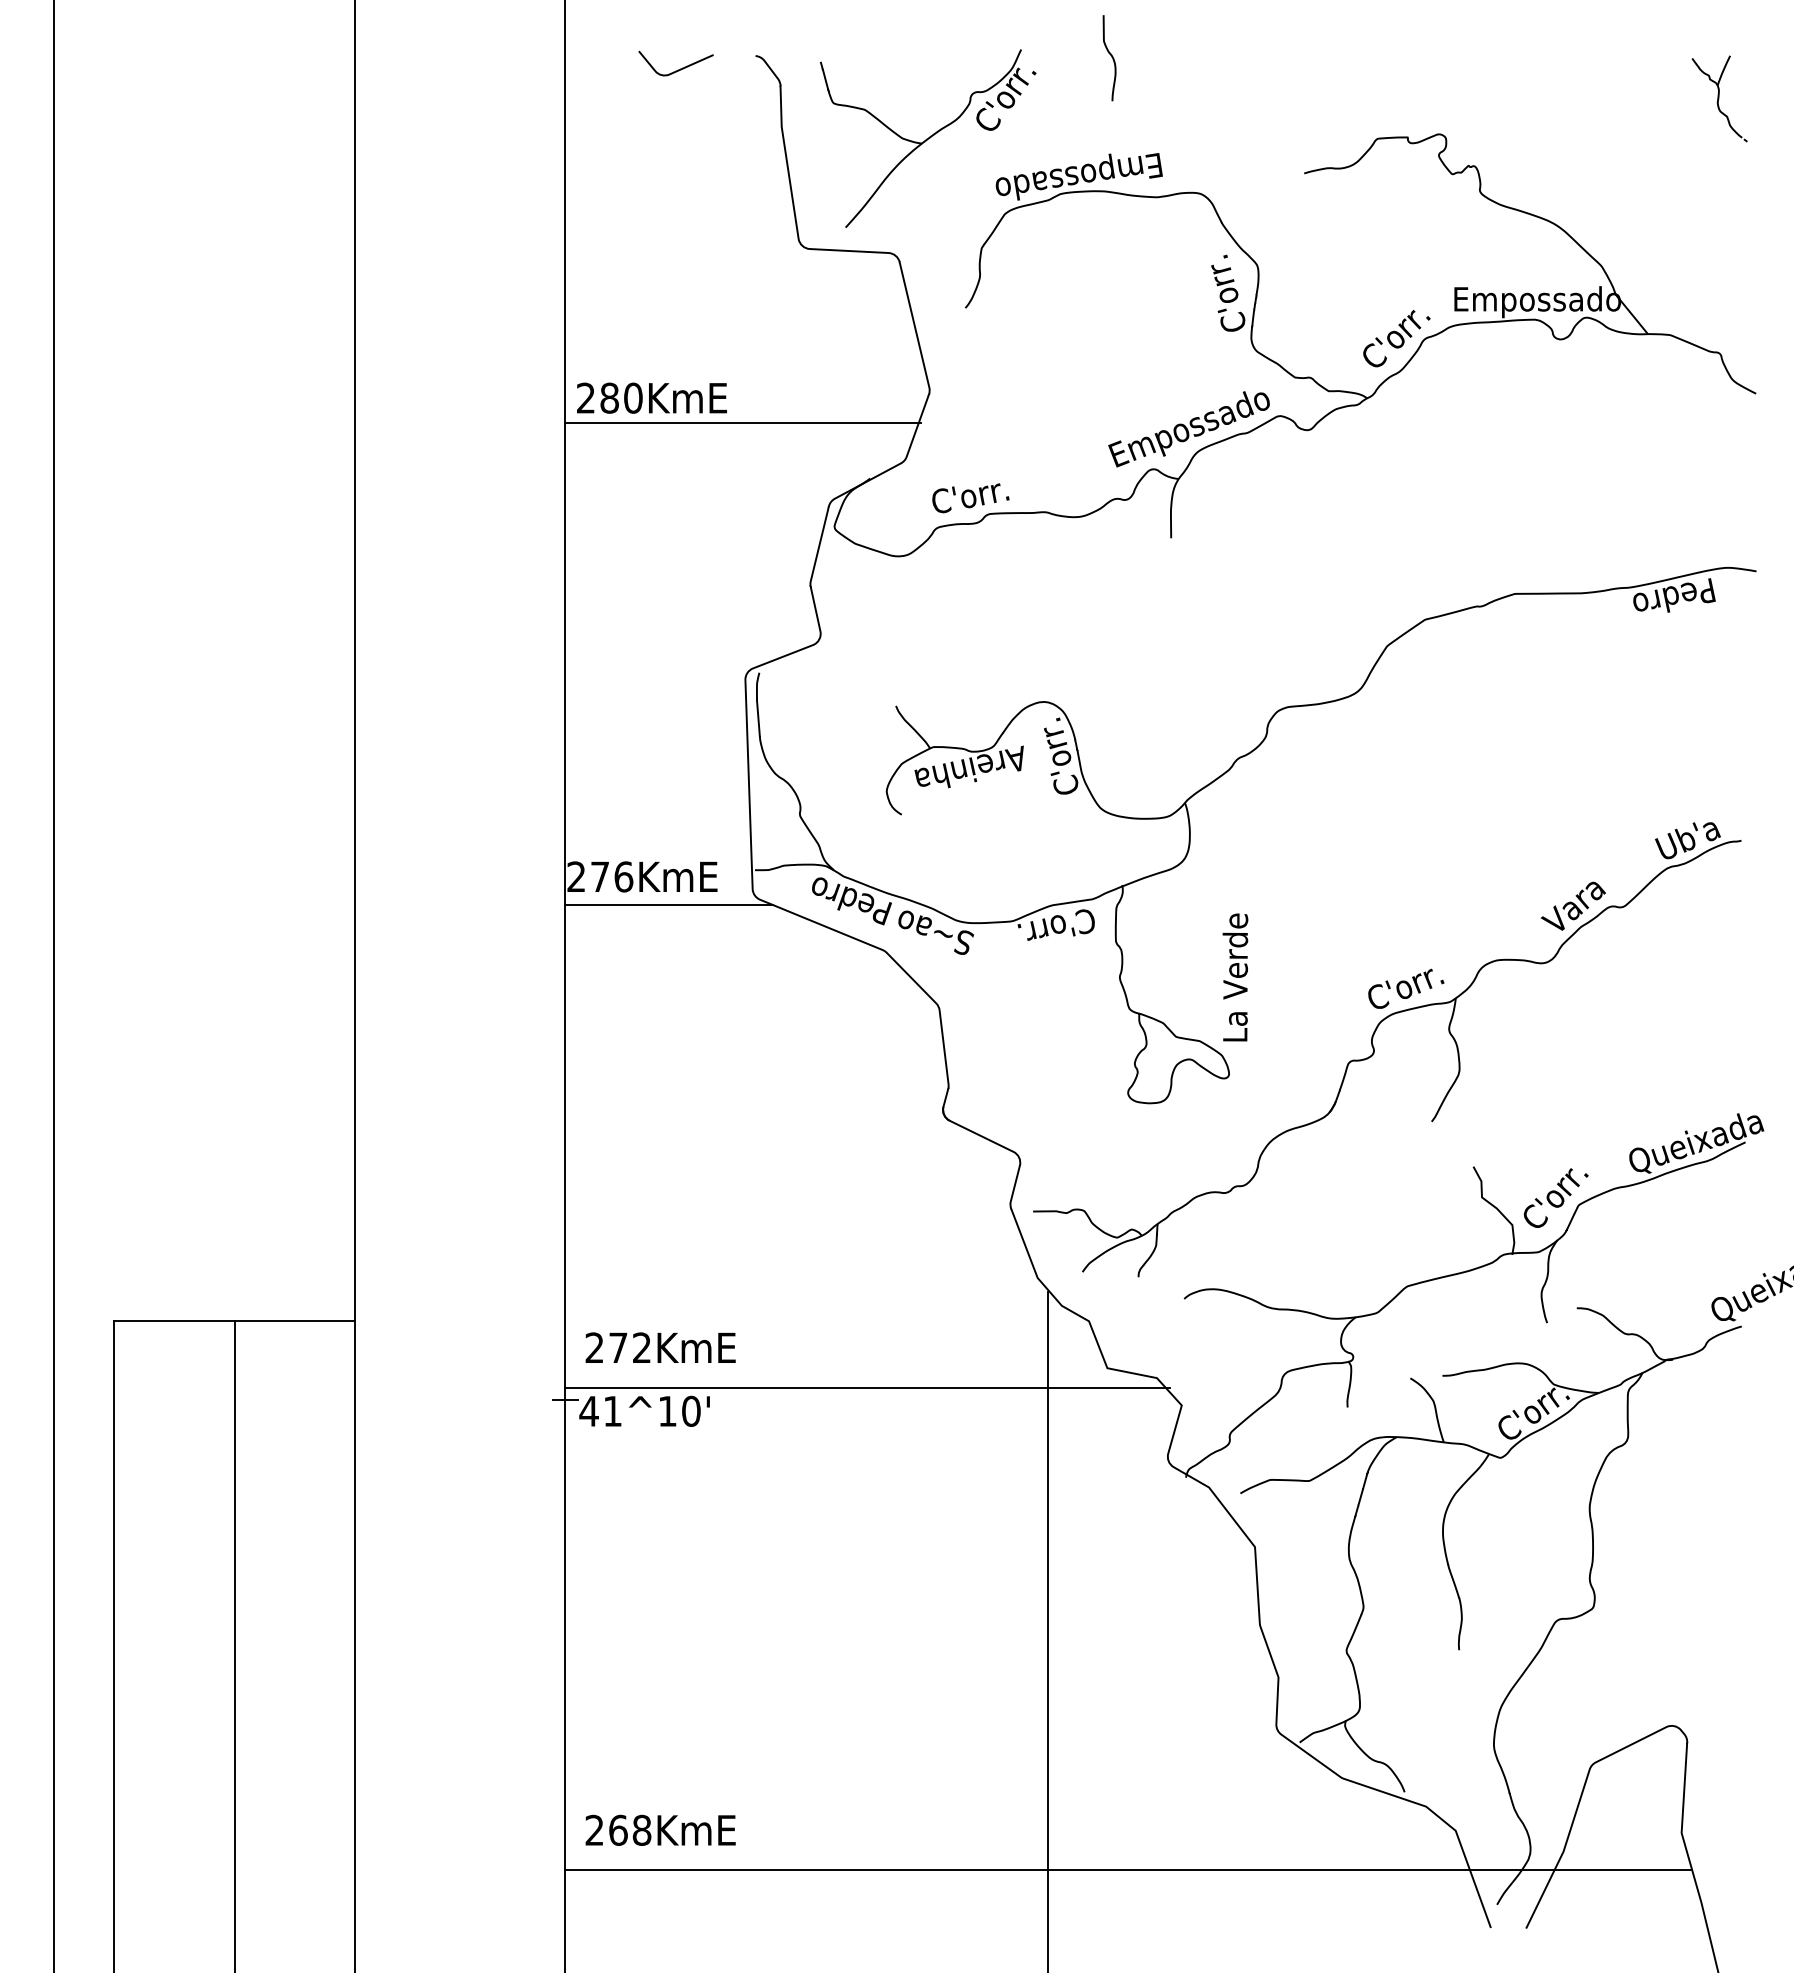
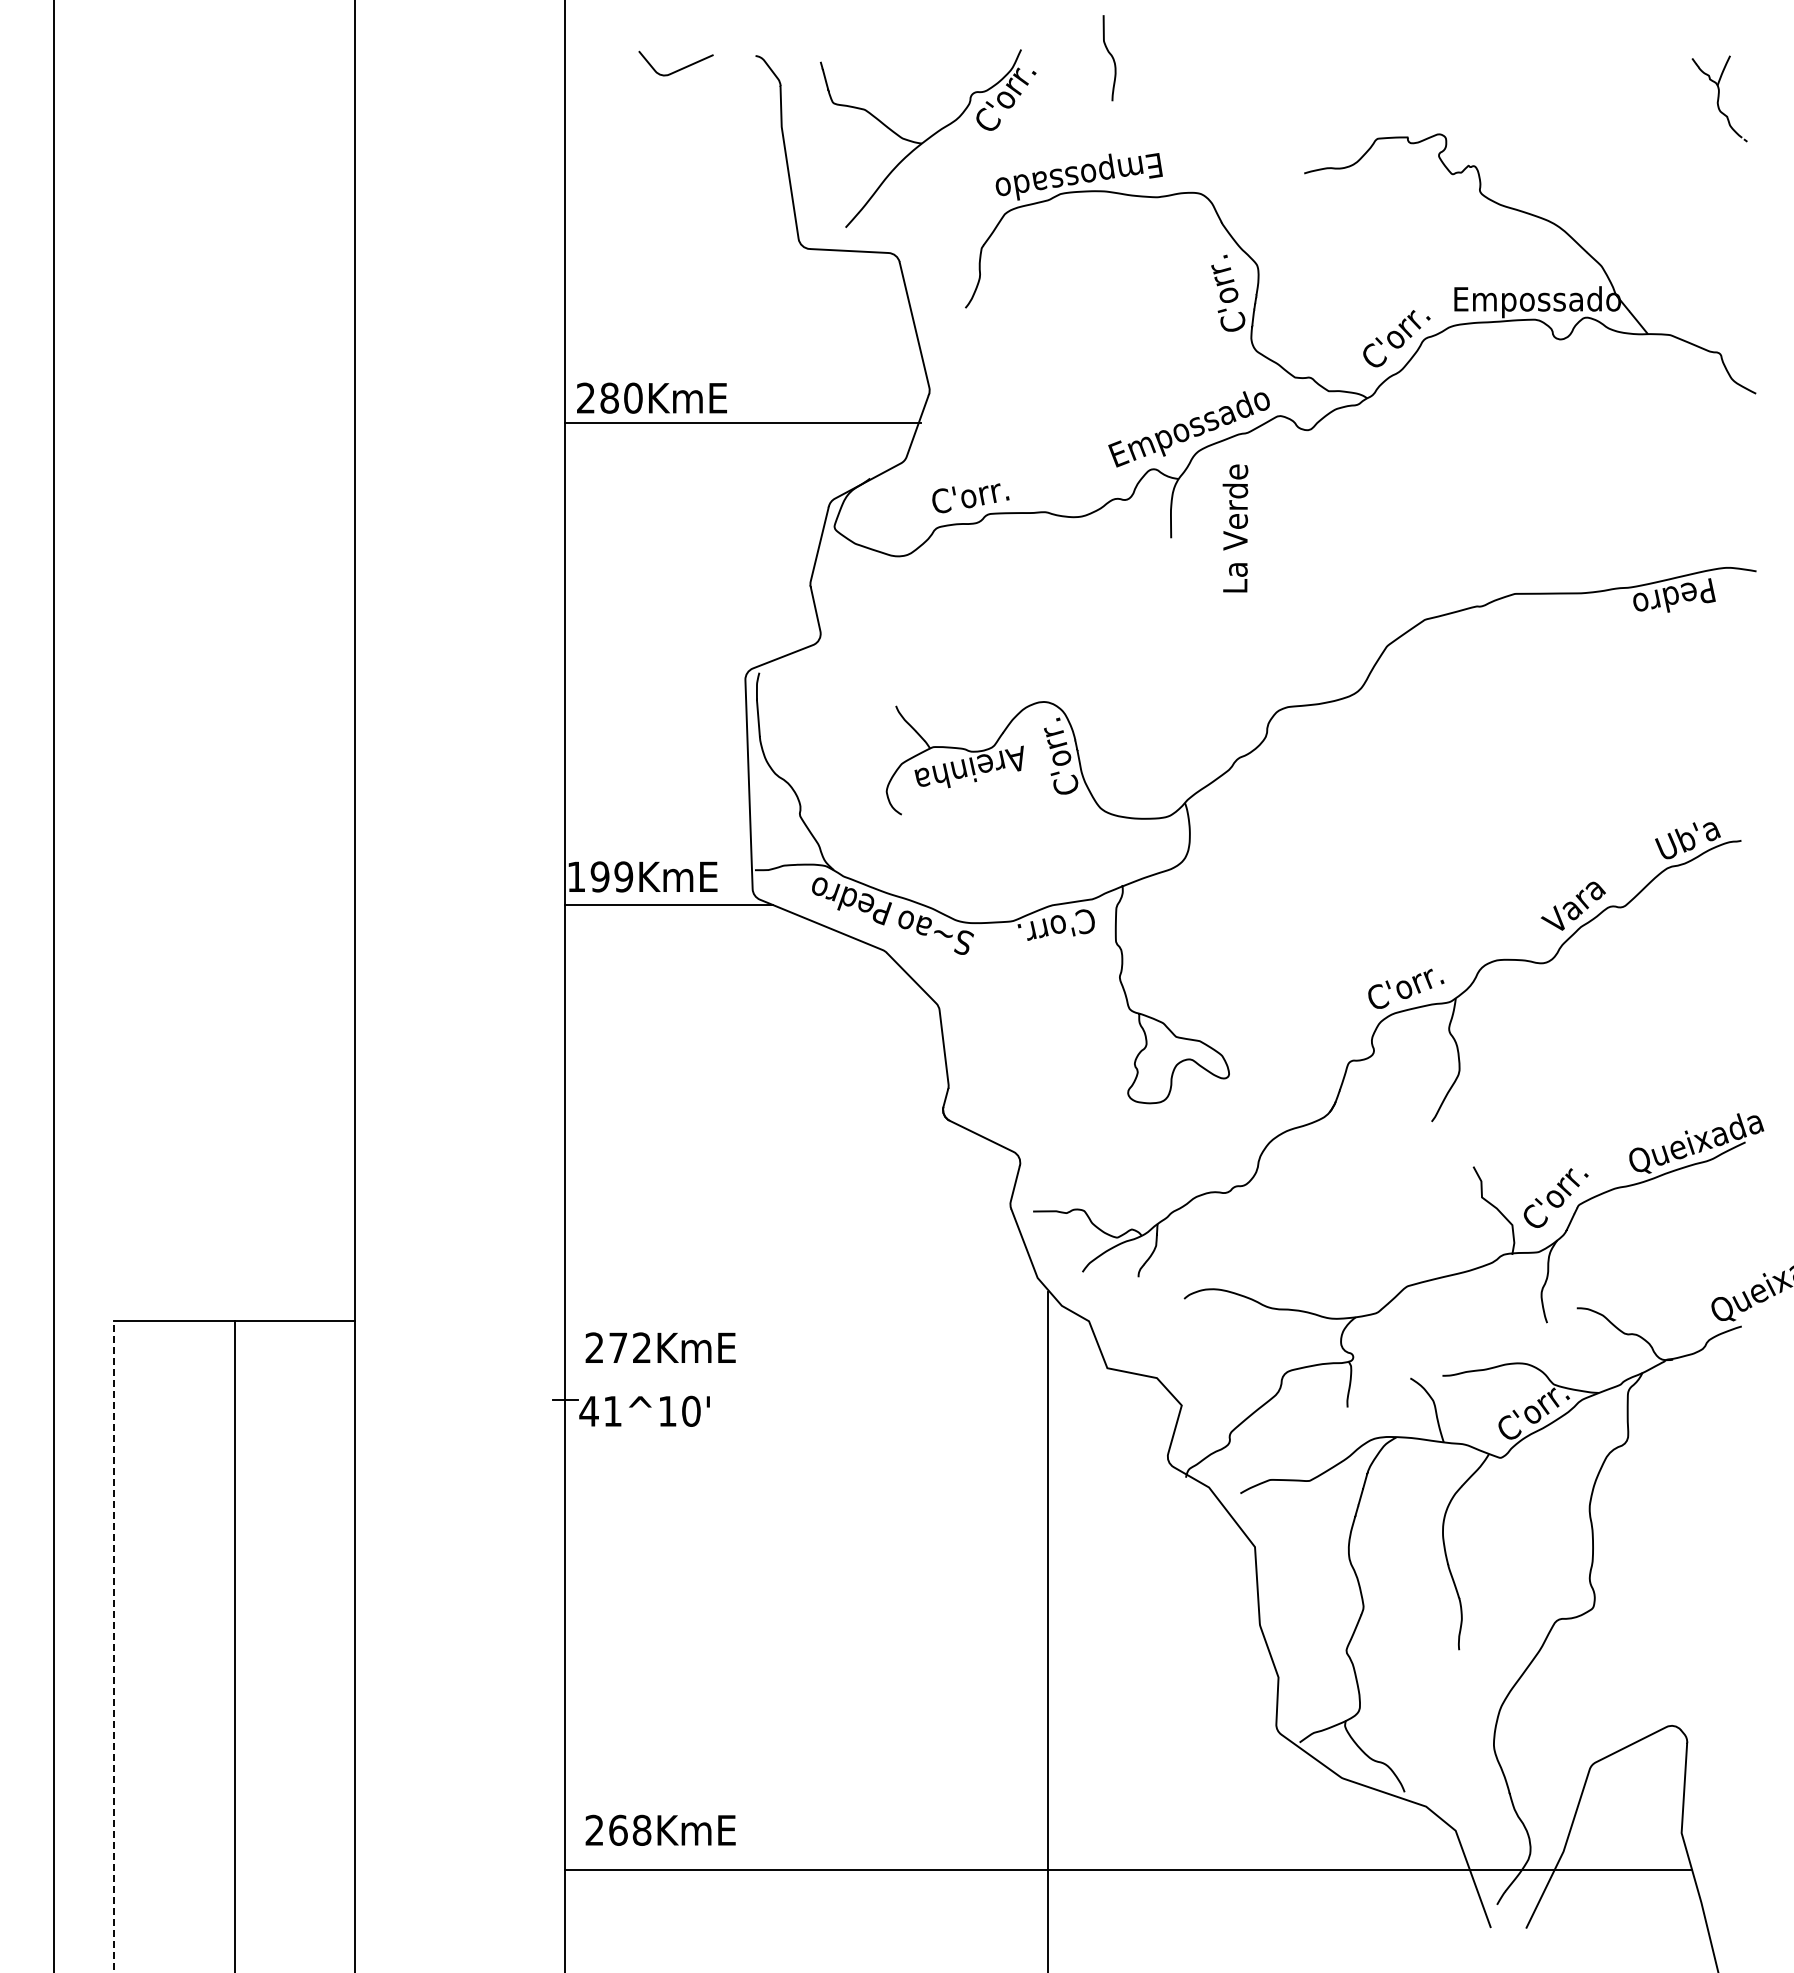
text at (600, 876): 276KmE -> 199KmE
text at (1235, 977) position: (1235, 977) -> (1235, 528)
line at (867, 1387): present -> none
line at (114, 1646): solid -> dashed
